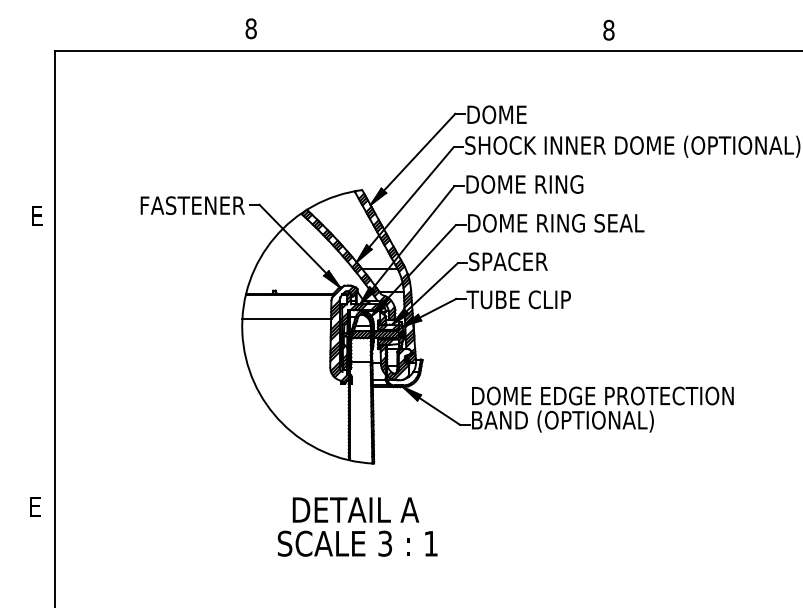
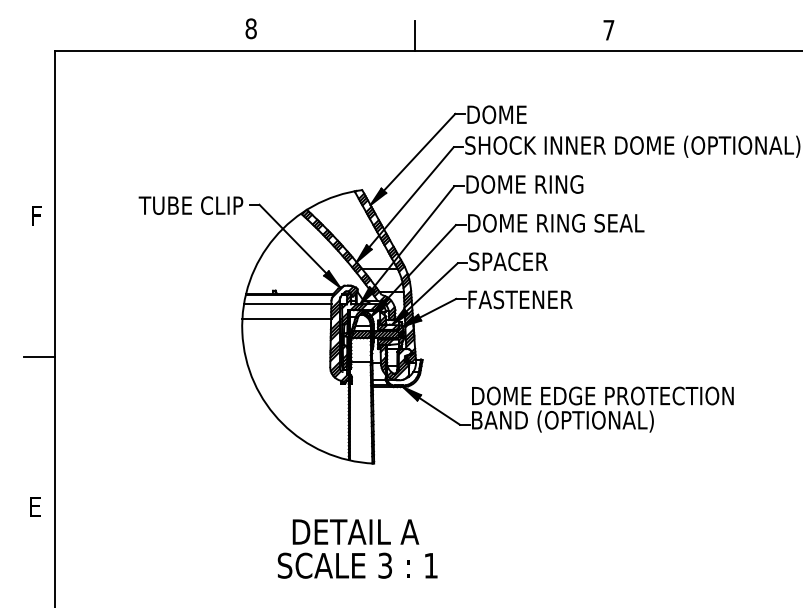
text at (608, 29): 8 -> 7
line at (414, 35): none -> present
text at (191, 205): FASTENER -> TUBE CLIP
text at (38, 219): E -> F
text at (519, 299): TUBE CLIP -> FASTENER
line at (287, 304): none -> present
line at (39, 357): none -> present
text at (357, 526) position: (357, 526) -> (357, 548)
